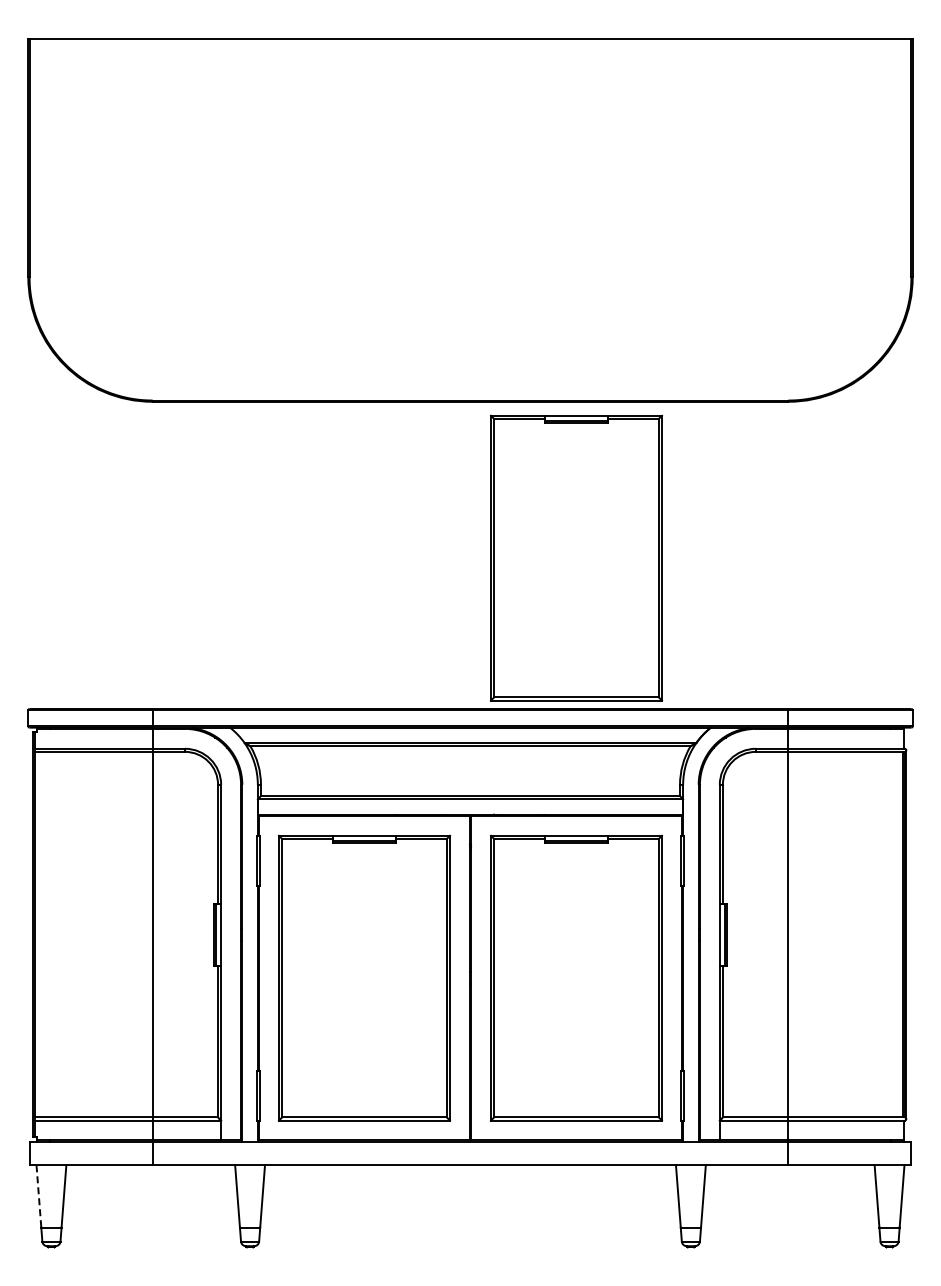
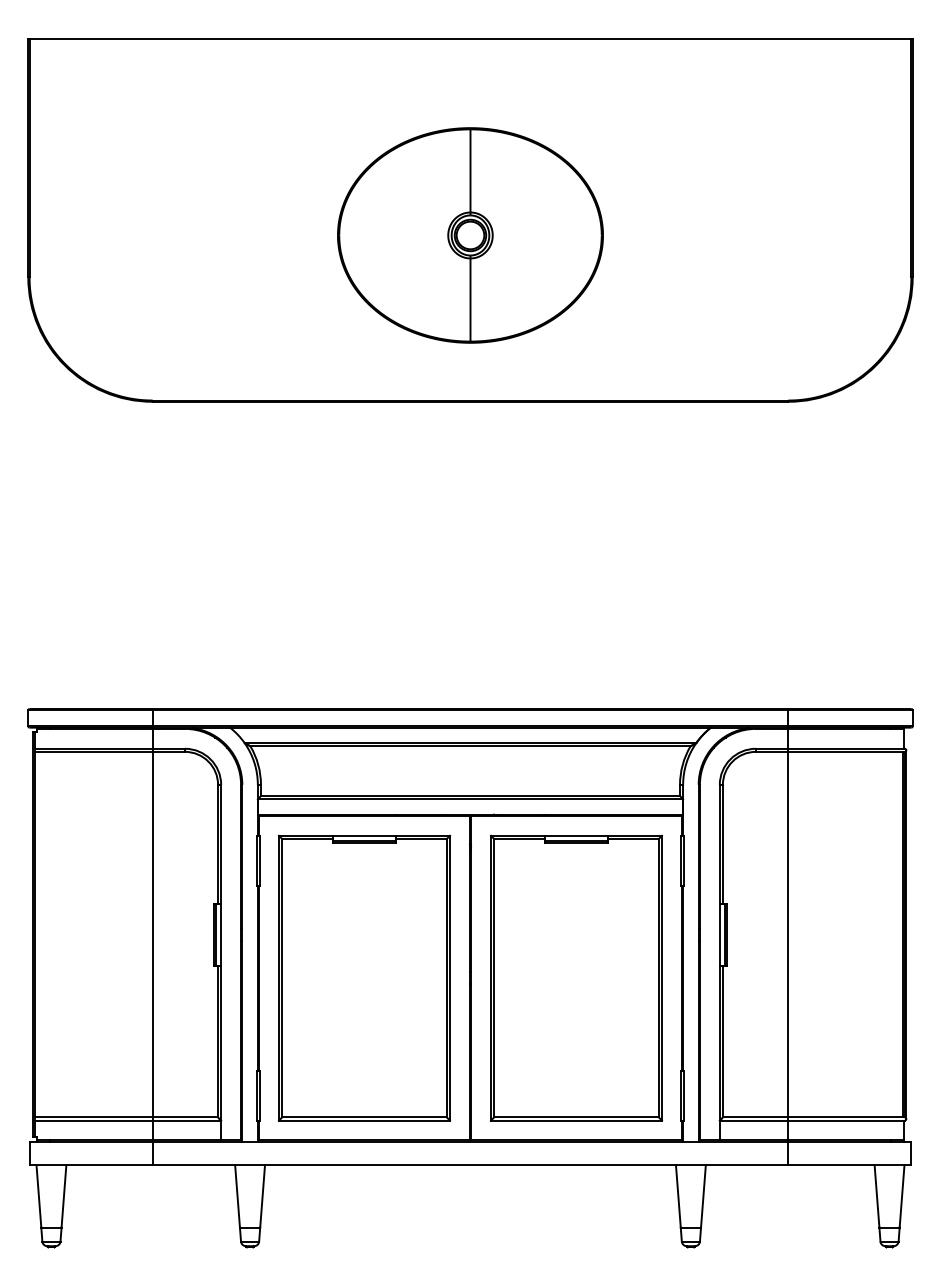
part at (470, 235): none -> present
part at (576, 557): present -> none
line at (38, 1196): dashed -> solid
